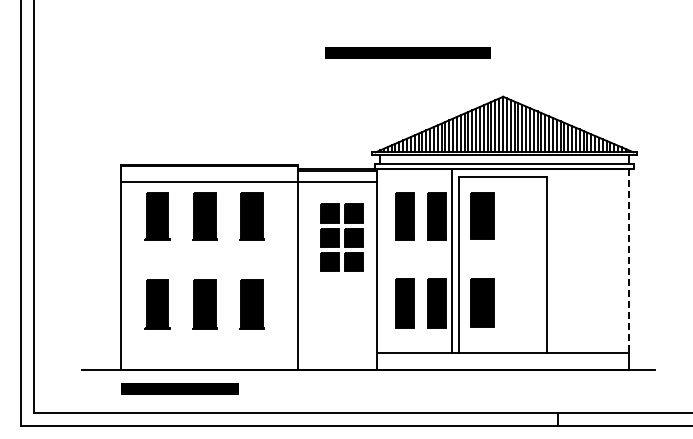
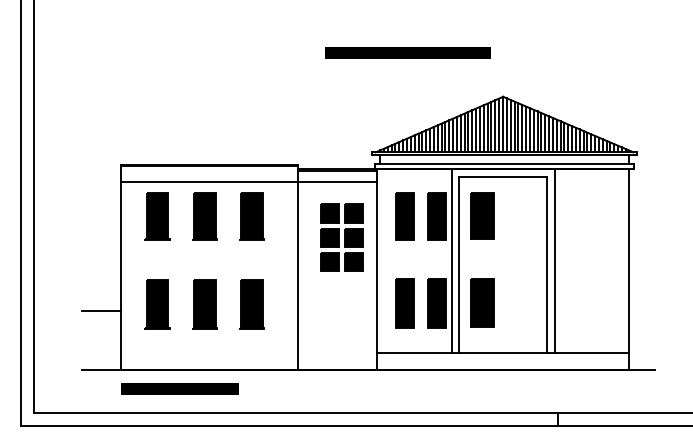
line at (554, 260): none -> present
line at (628, 260): dashed -> solid
line at (101, 311): none -> present
